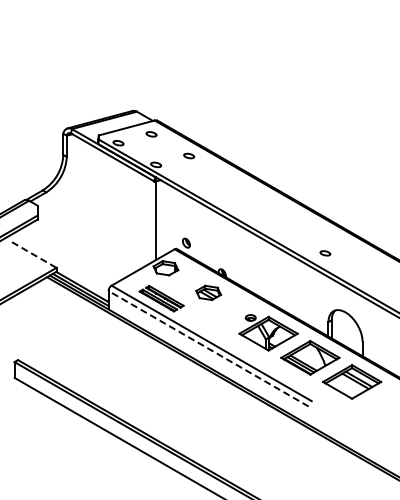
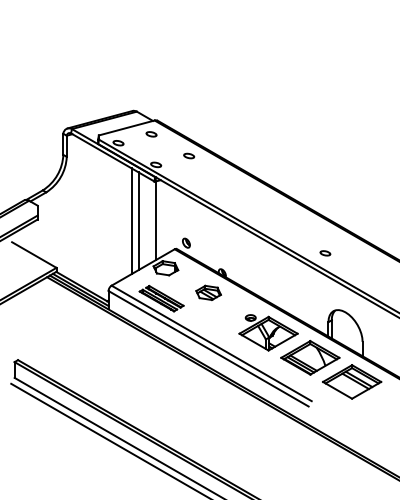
line at (131, 221): none -> present
line at (138, 221): none -> present
line at (34, 255): dashed -> solid
line at (208, 348): dashed -> solid
line at (109, 439): none -> present
